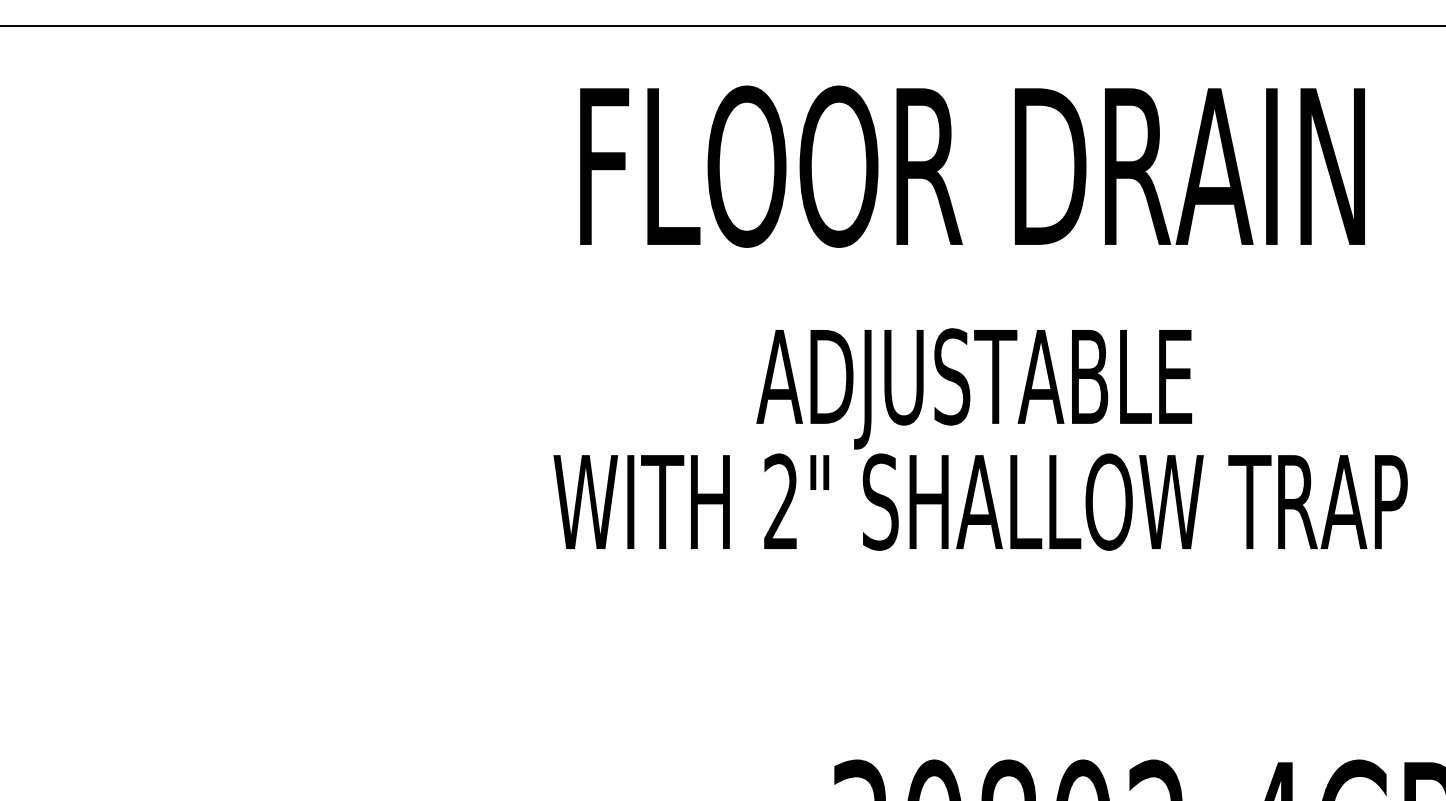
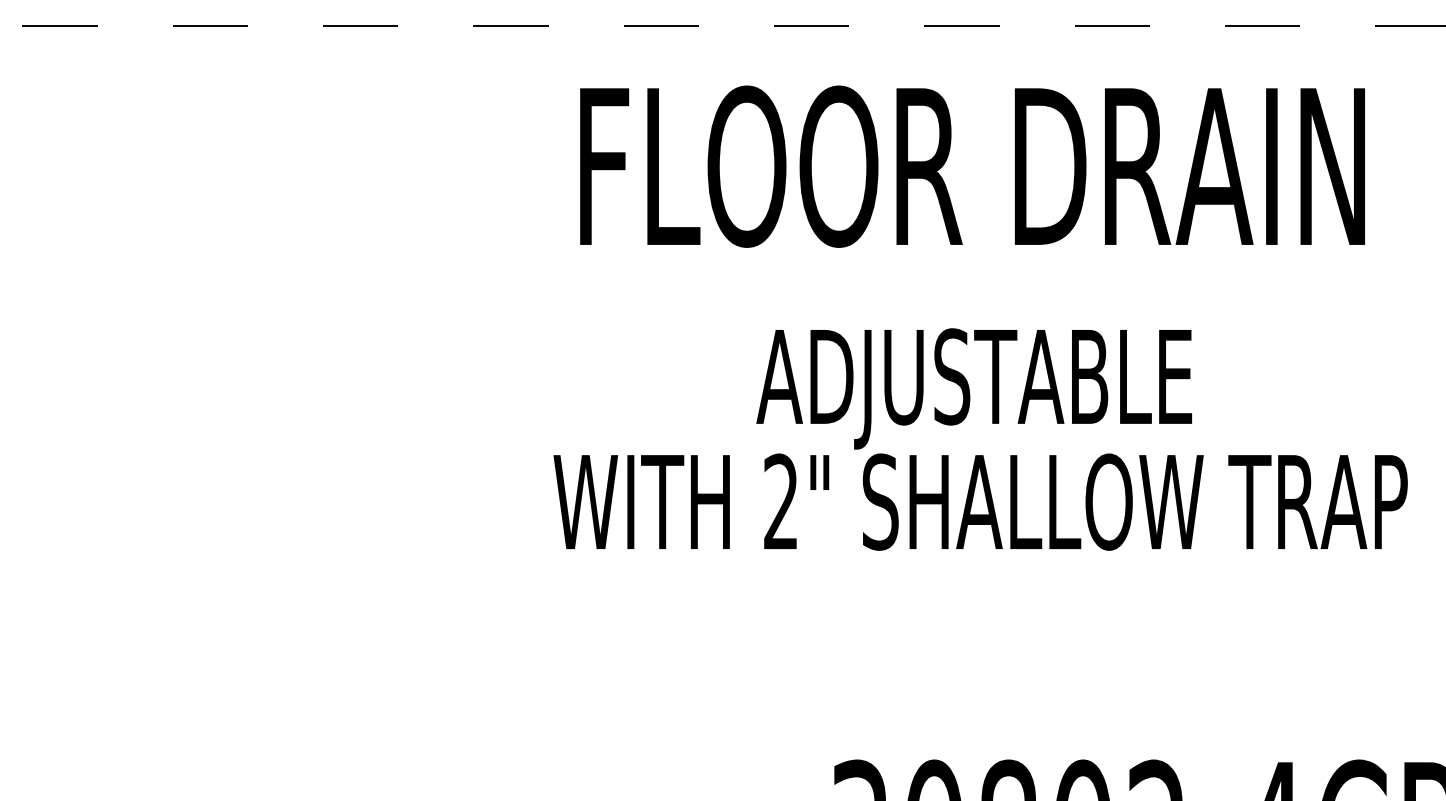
line at (722, 25): solid -> dashed
